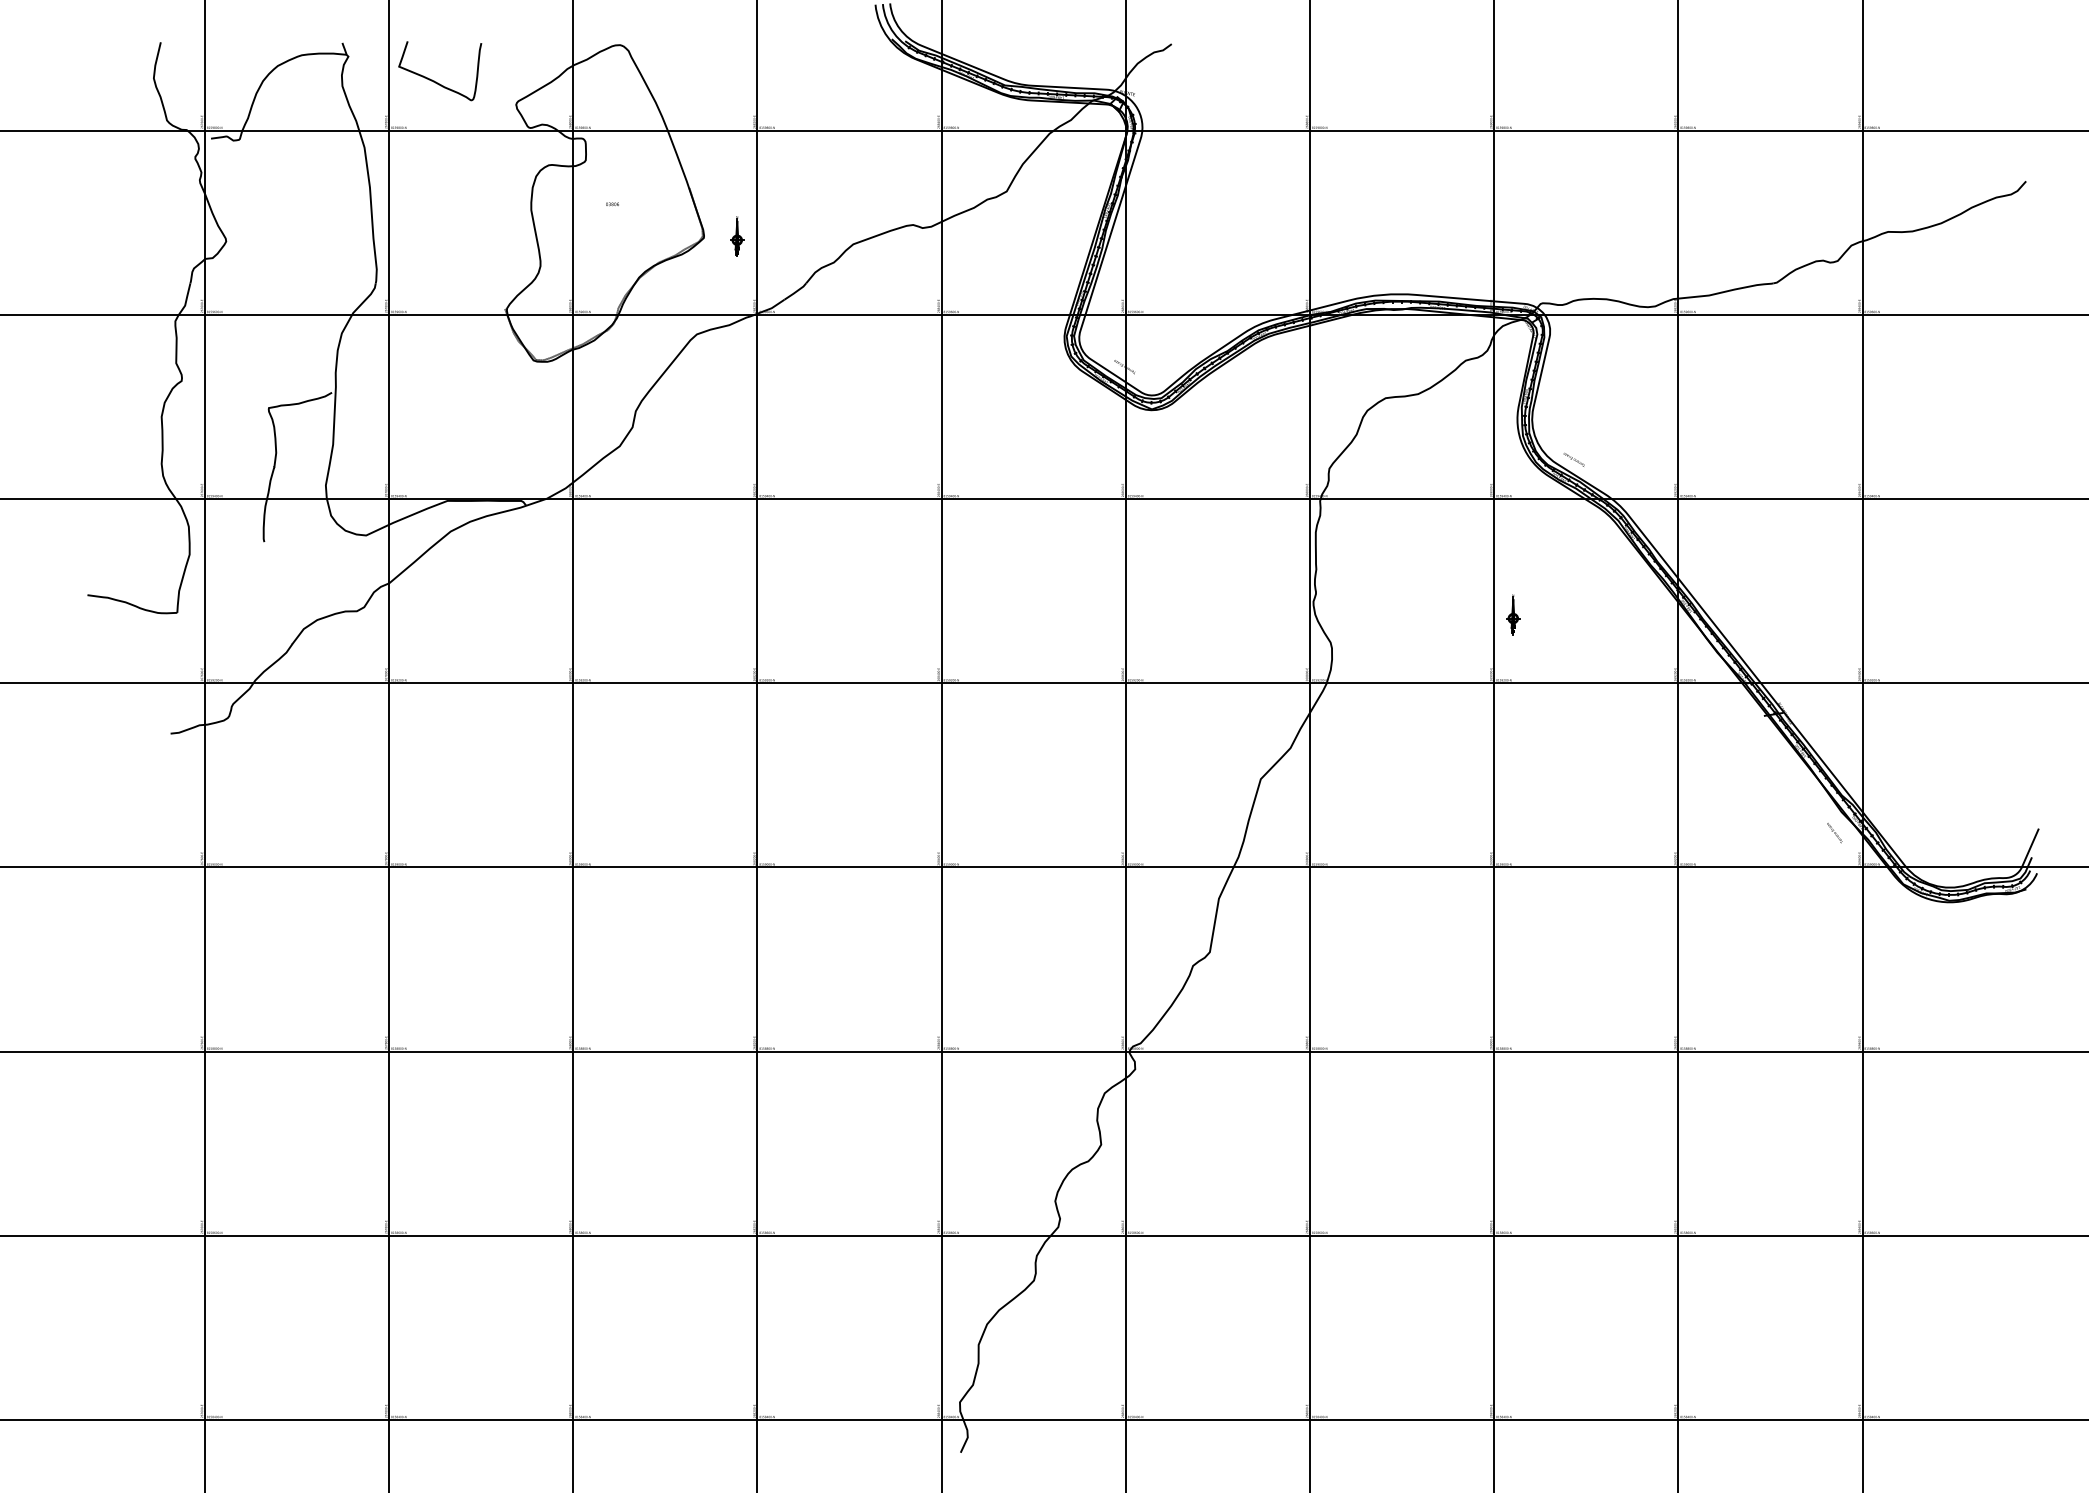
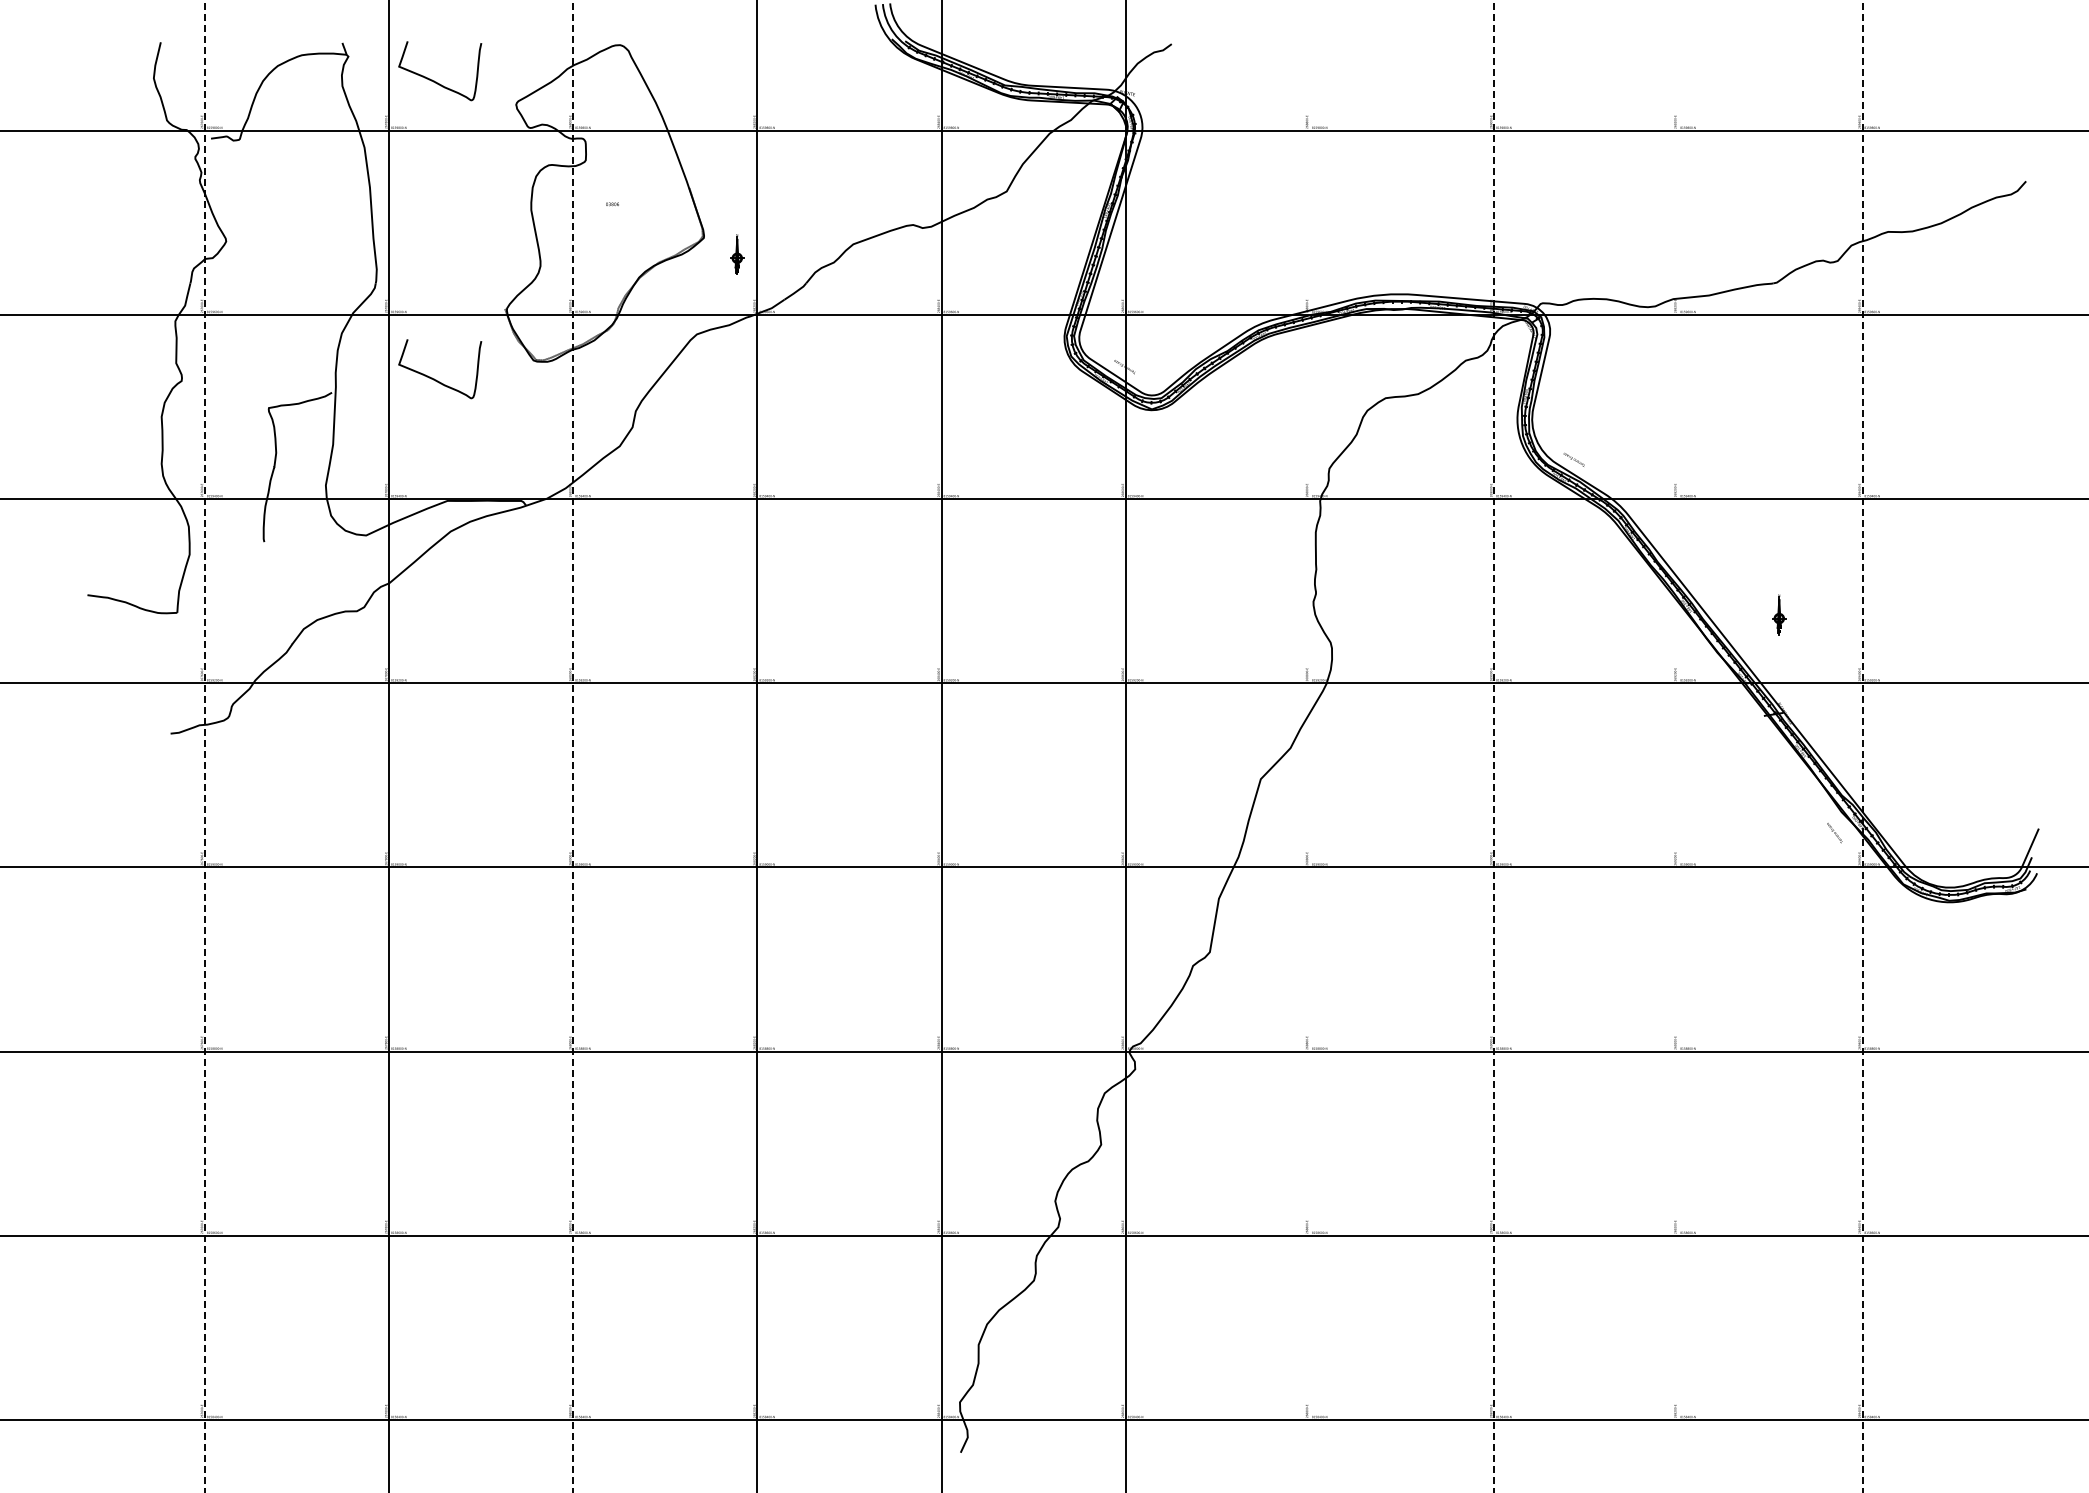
part at (737, 236) position: (737, 236) -> (737, 254)
curve at (436, 379): none -> present
part at (1513, 614) position: (1513, 614) -> (1779, 614)
line at (1310, 745): present -> none
line at (1678, 745): present -> none
line at (204, 746): solid -> dashed
line at (573, 746): solid -> dashed
line at (1494, 746): solid -> dashed
line at (1862, 746): solid -> dashed
